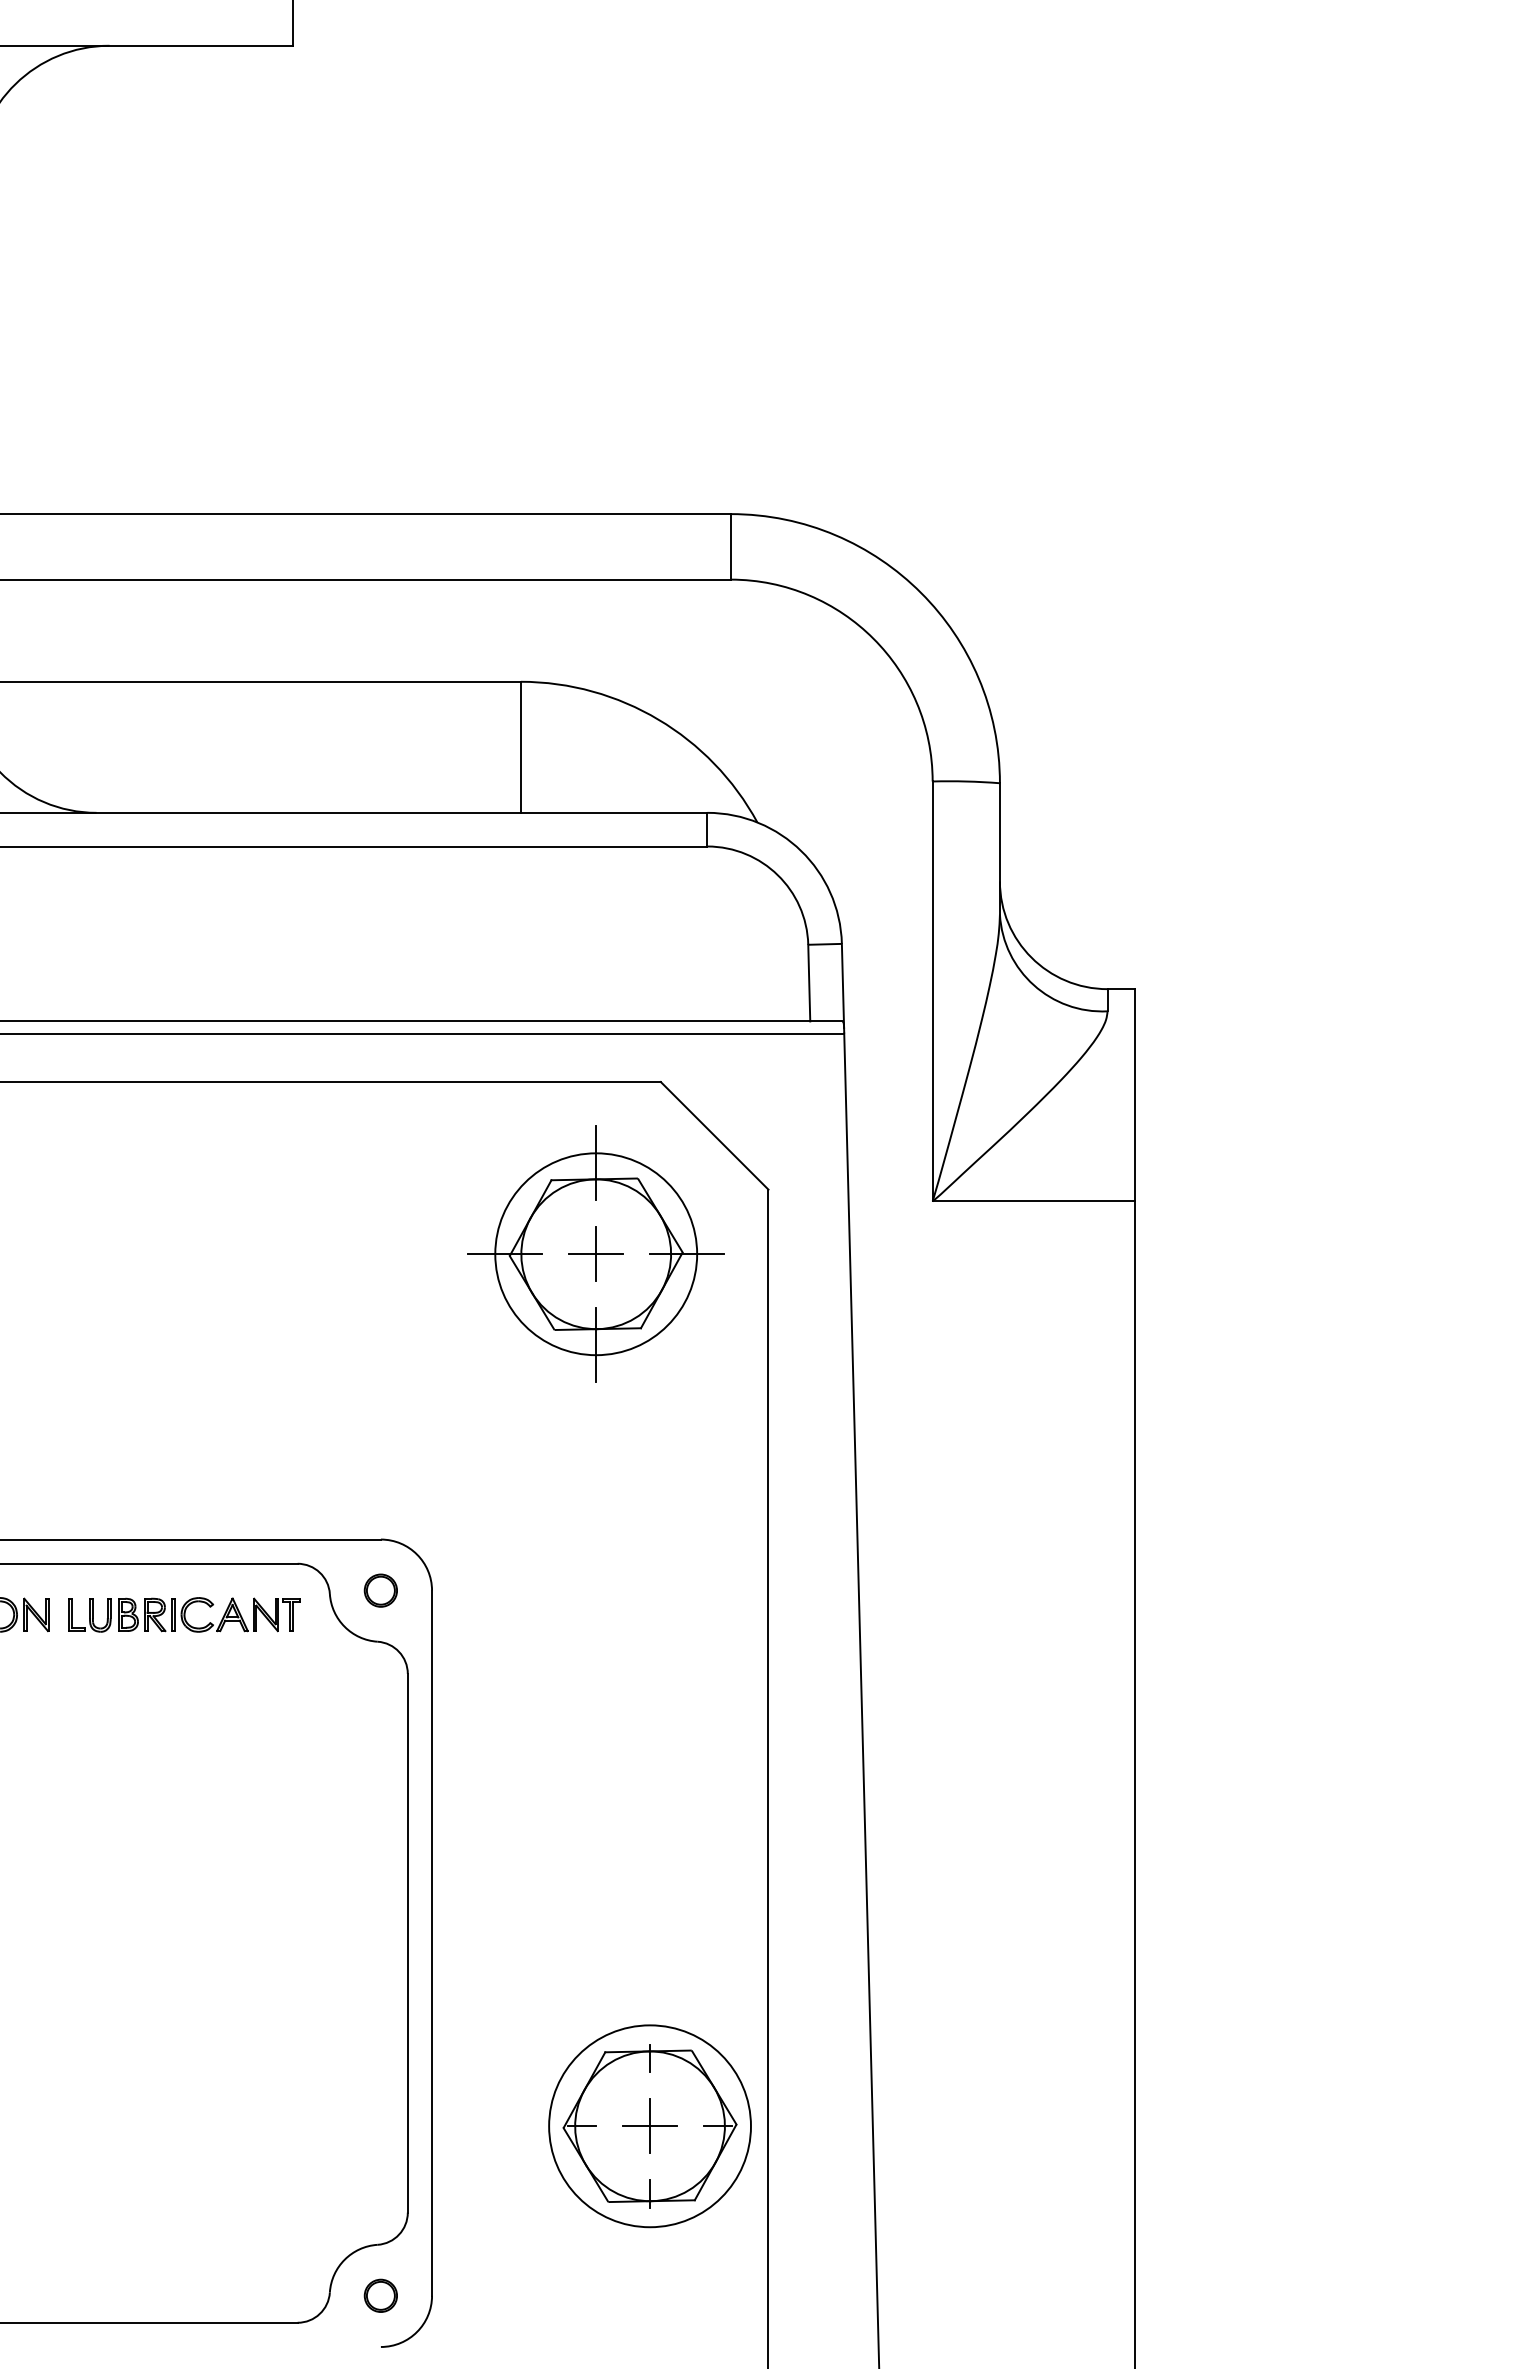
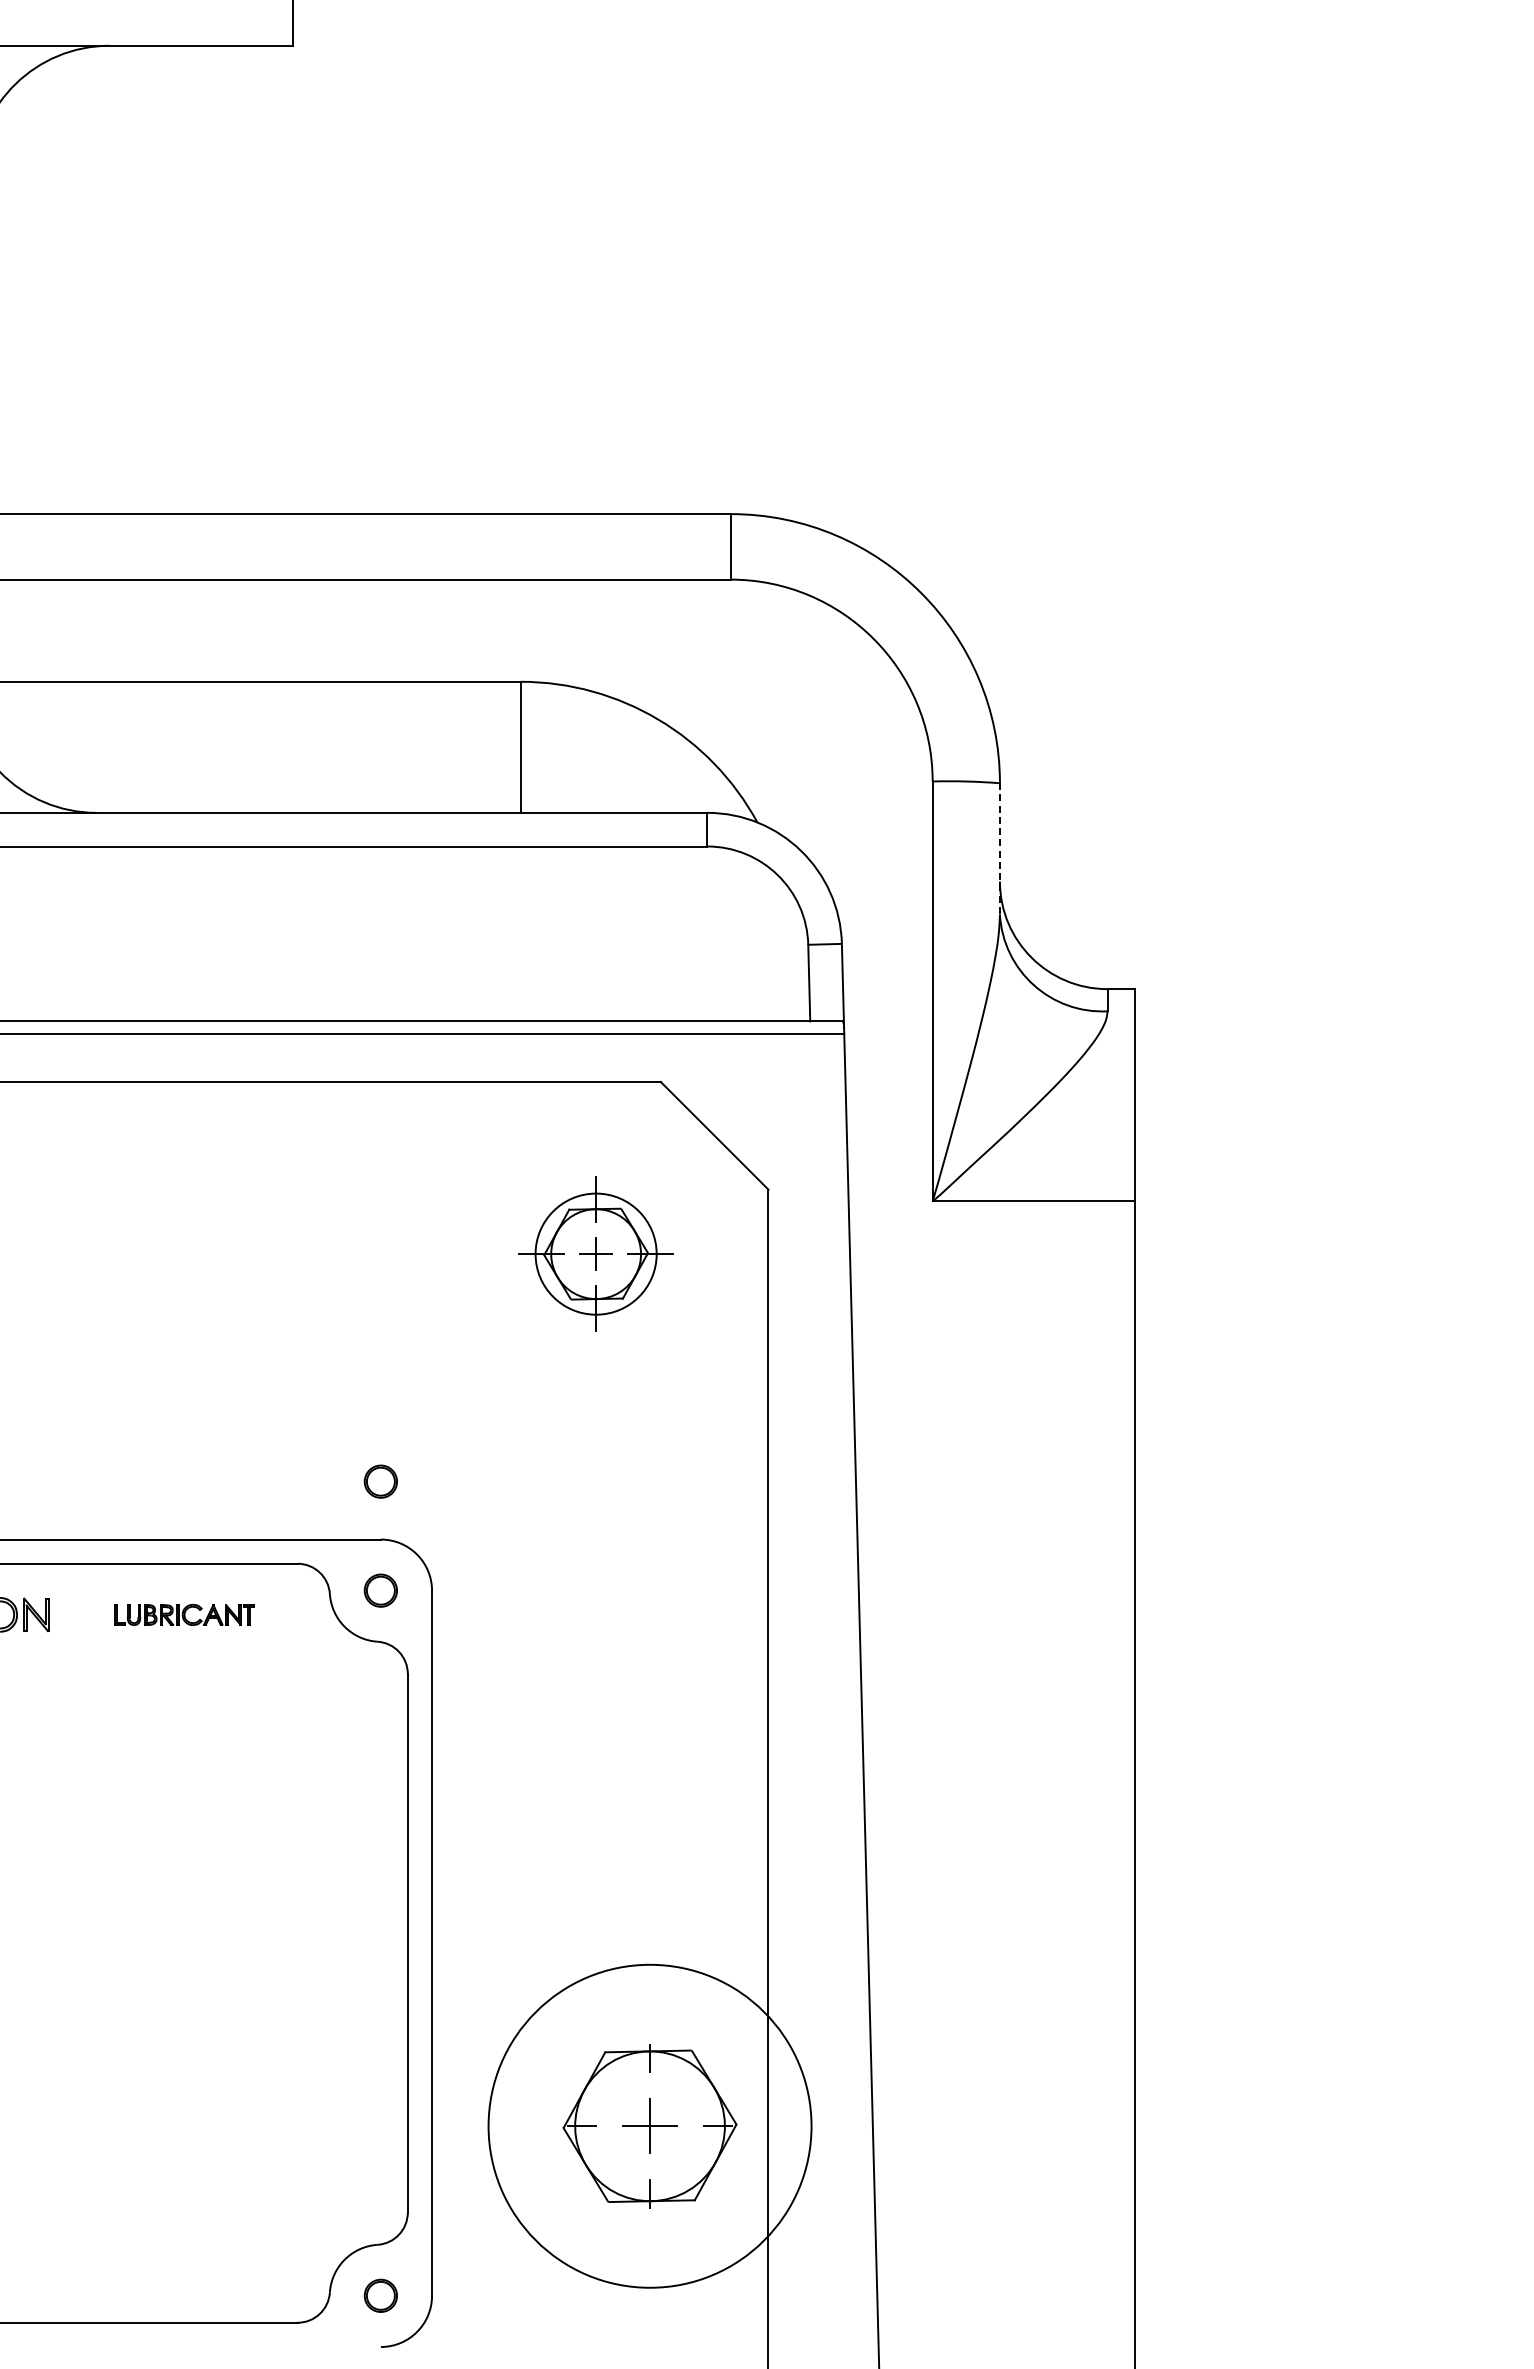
line at (999, 848): solid -> dashed
part at (595, 1253) size: 258x258 px -> 156x156 px
part at (380, 1481): none -> present
part at (184, 1614) size: 233x36 px -> 141x23 px
circle at (649, 2126) diameter: 202 px -> 323 px
